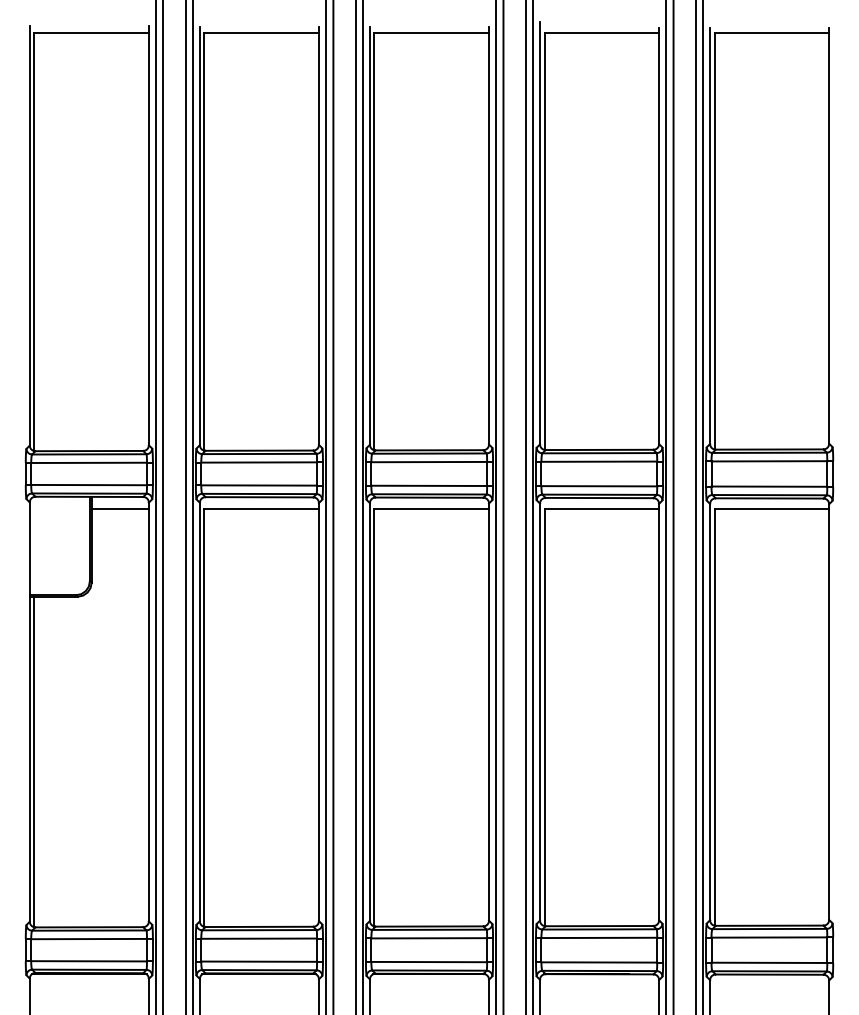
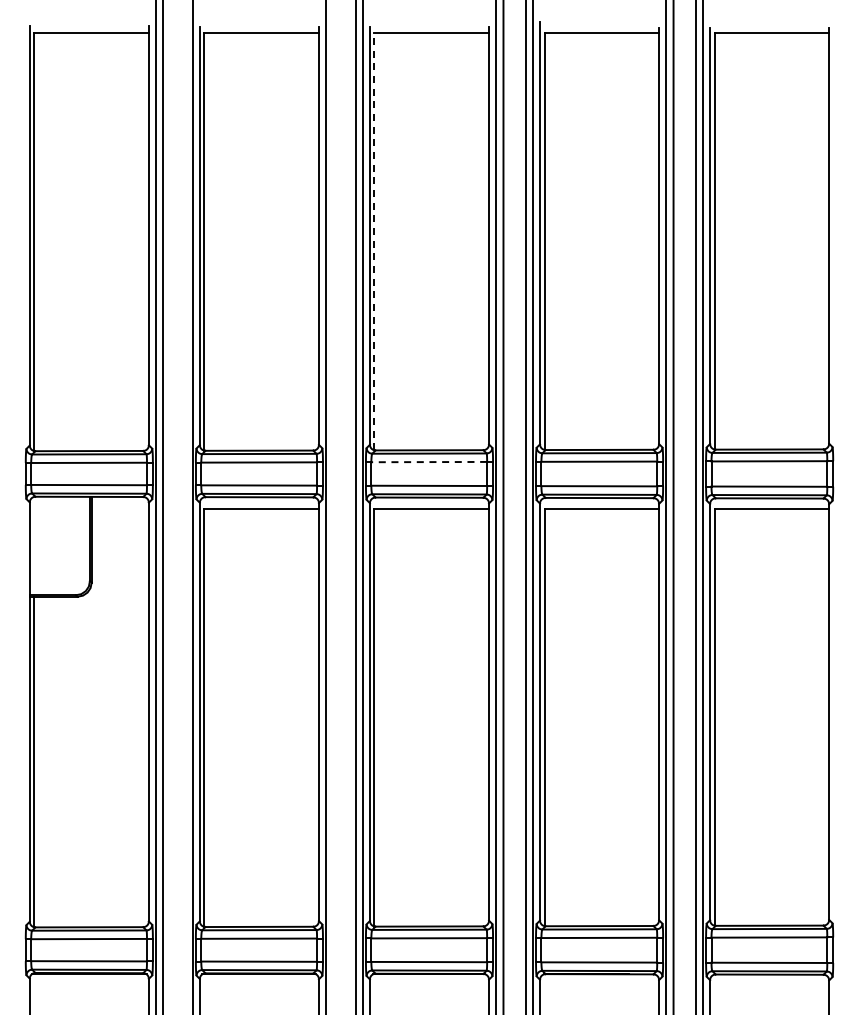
line at (374, 241): solid -> dashed
line at (429, 462): solid -> dashed
line at (185, 506): present -> none
line at (333, 506): present -> none
line at (119, 509): present -> none
